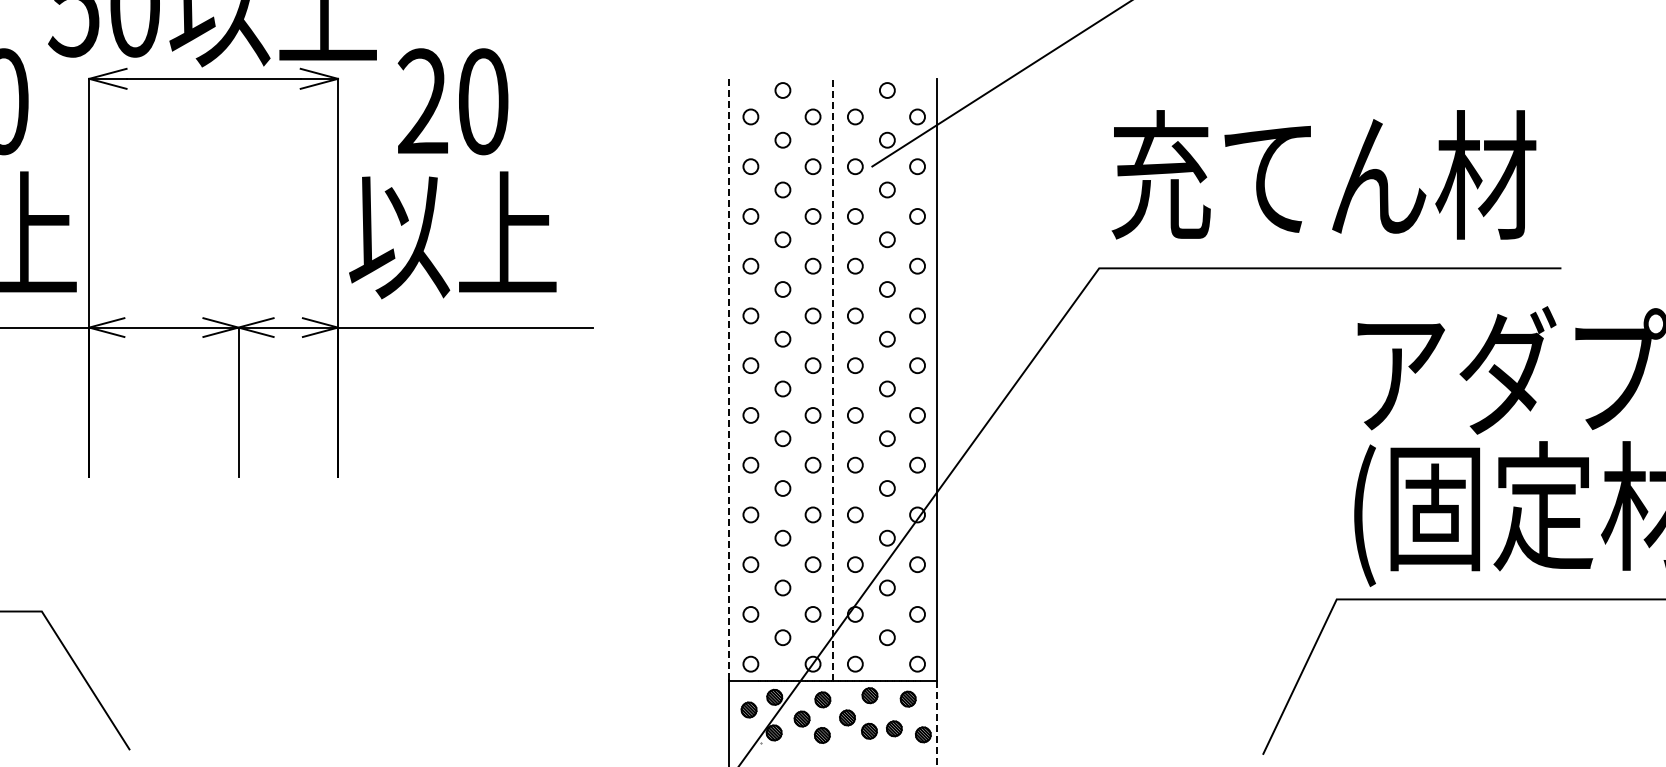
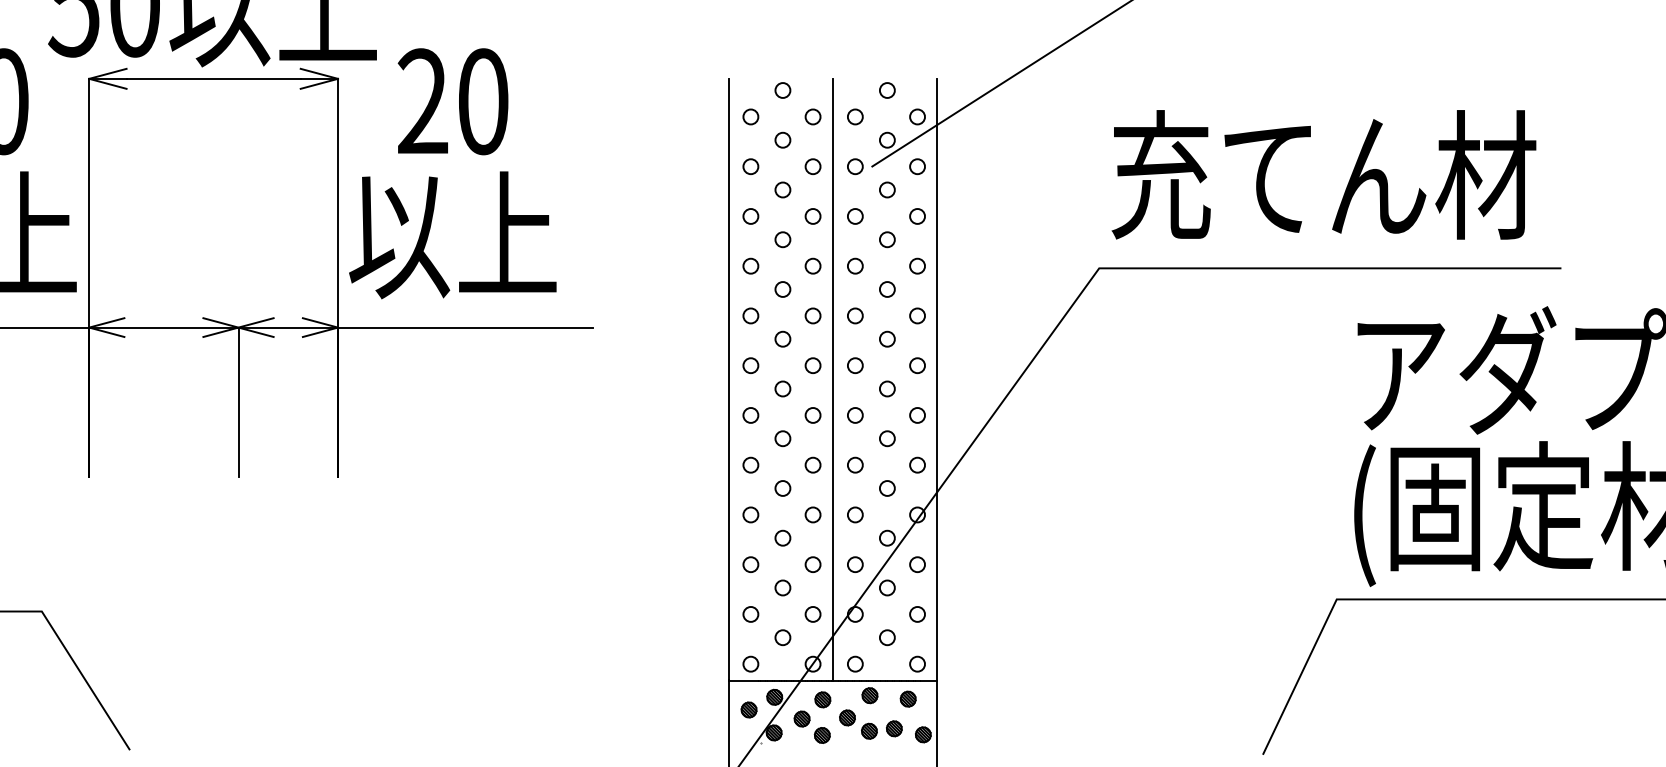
line at (728, 379): dashed -> solid
line at (832, 379): dashed -> solid
line at (937, 723): dashed -> solid
